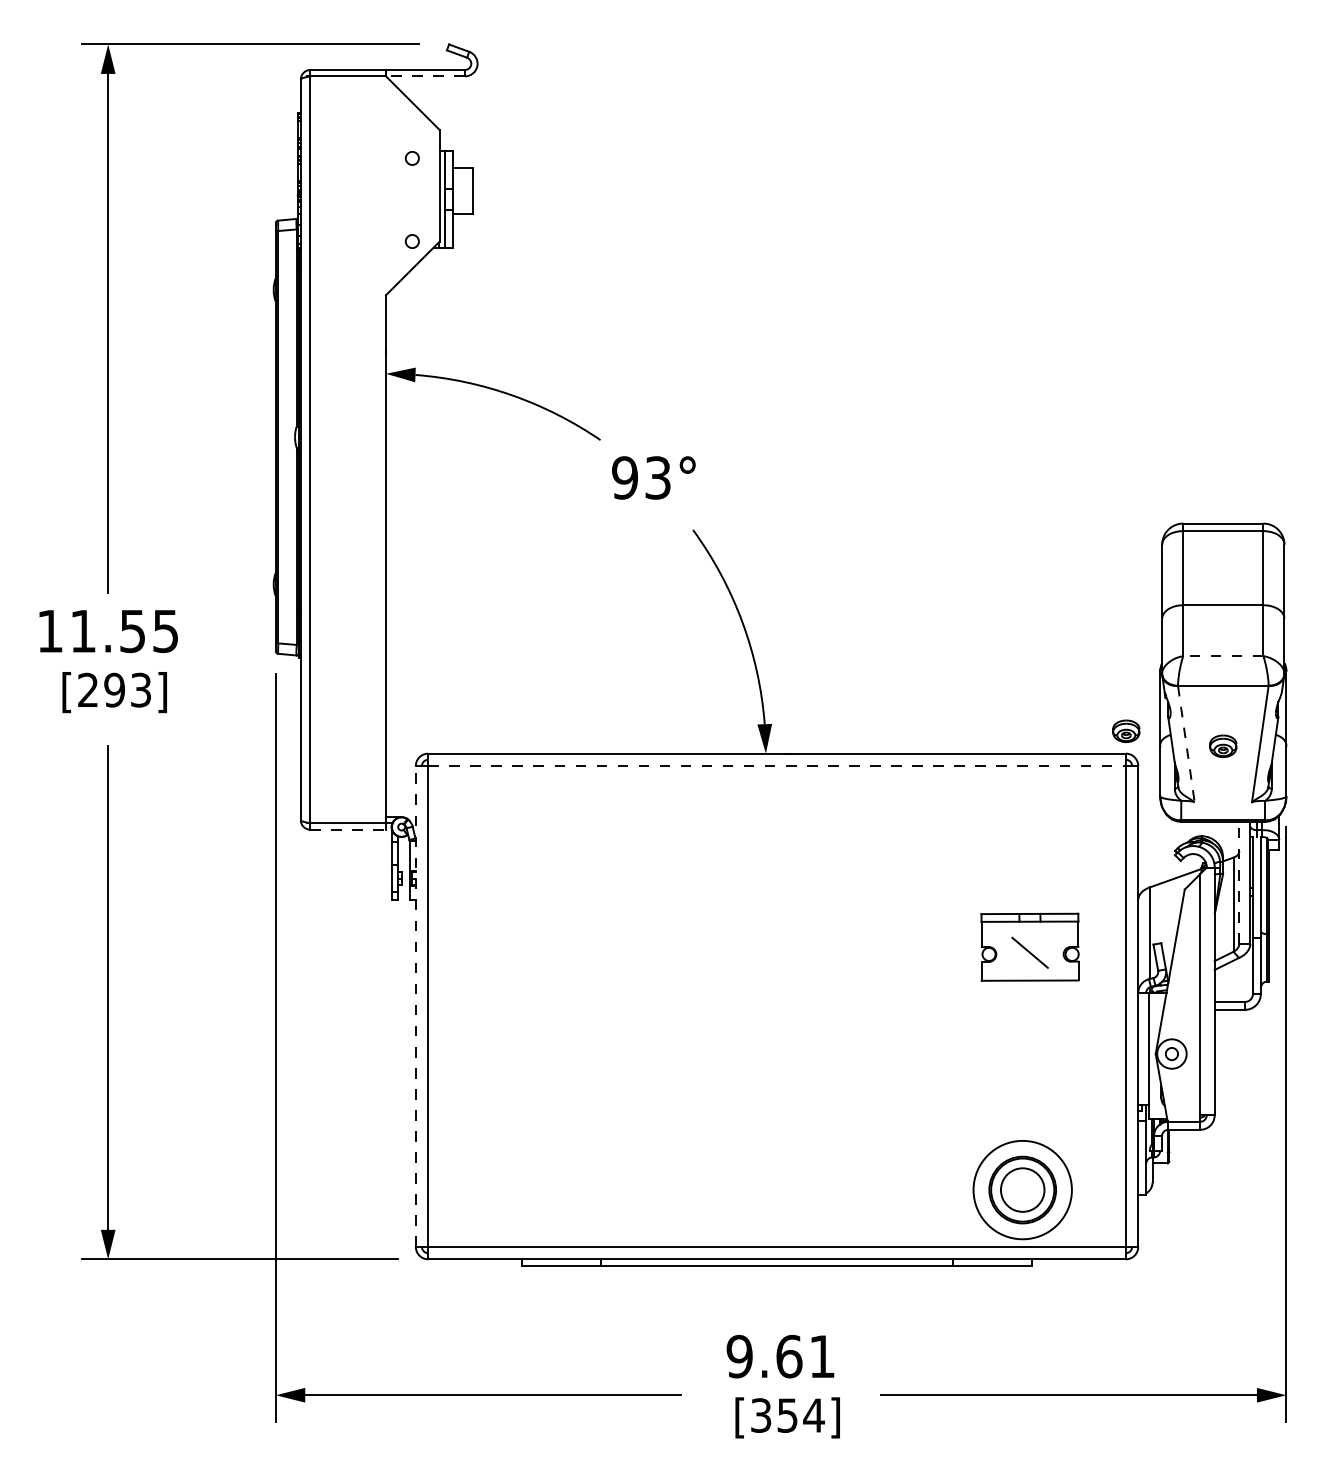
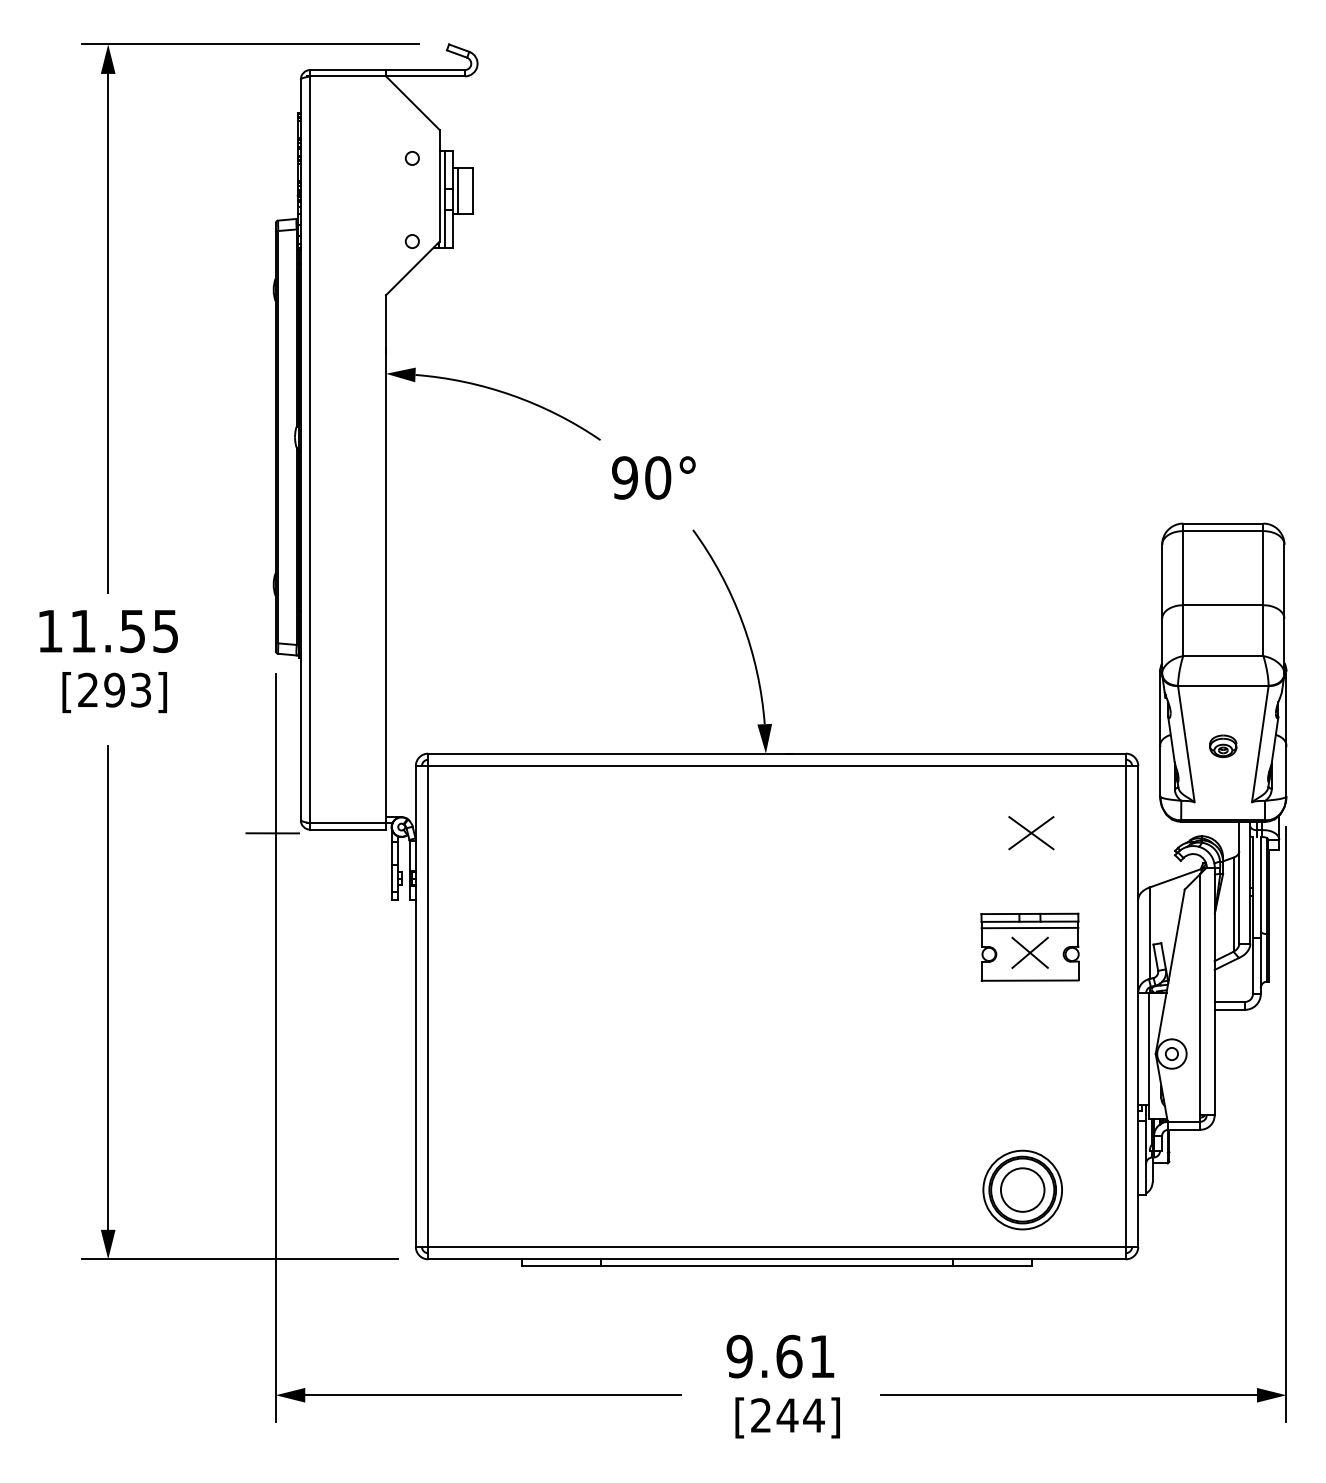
line at (425, 76): dashed -> solid
line at (457, 190): none -> present
text at (658, 477): 93° -> 90°
line at (1222, 656): dashed -> solid
part at (1126, 731): present -> none
line at (1186, 744): dashed -> solid
line at (777, 766): dashed -> solid
line at (348, 829): dashed -> solid
line at (272, 833): none -> present
part at (1031, 833): none -> present
line at (1239, 882): dashed -> solid
line at (1029, 927): none -> present
line at (1029, 952): none -> present
line at (415, 1005): dashed -> solid
circle at (1022, 1189) diameter: 98 px -> 79 px
text at (774, 1415): [354] -> [244]
